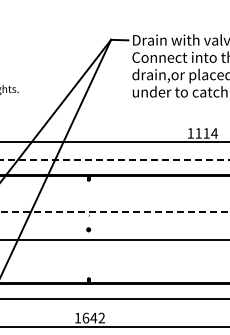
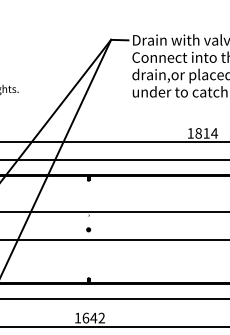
text at (198, 133): 1114 -> 1814
line at (115, 160): dashed -> solid
line at (115, 211): dashed -> solid
